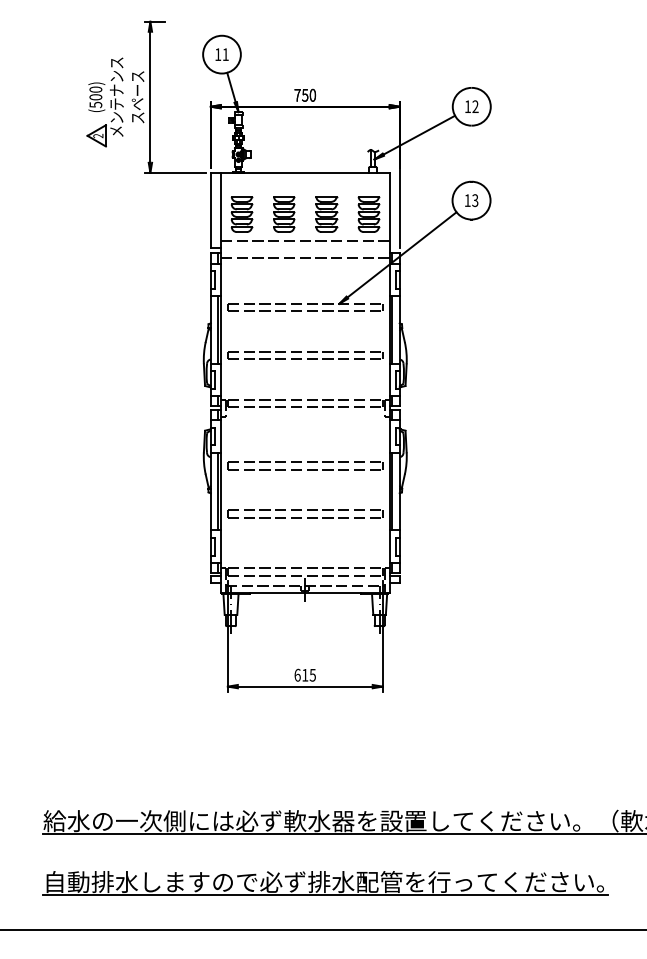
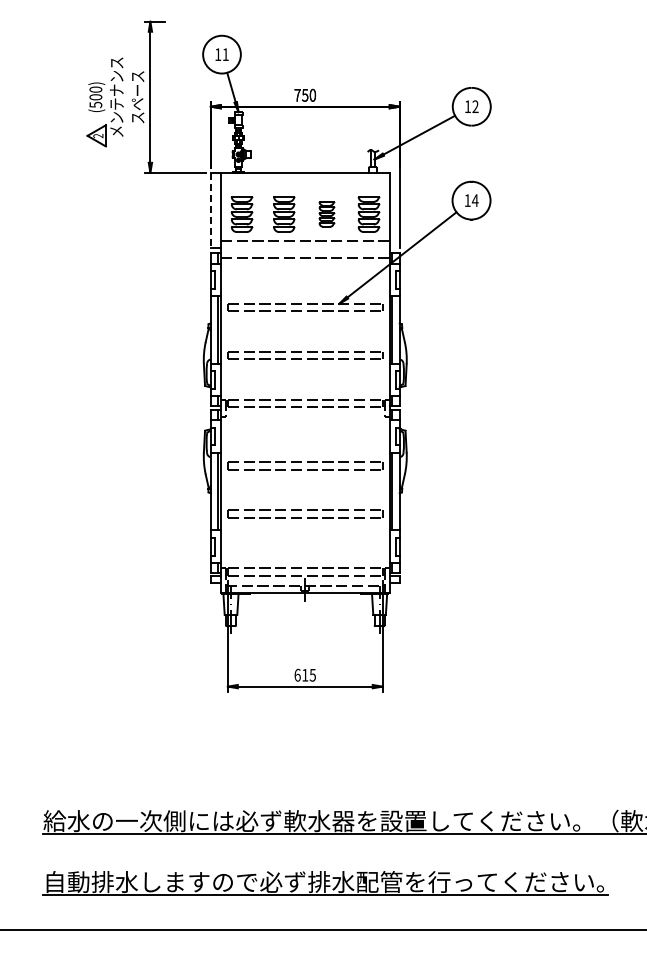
text at (474, 200): 13 -> 14
line at (210, 210): solid -> dashed
part at (326, 214) size: 24x37 px -> 18x27 px
